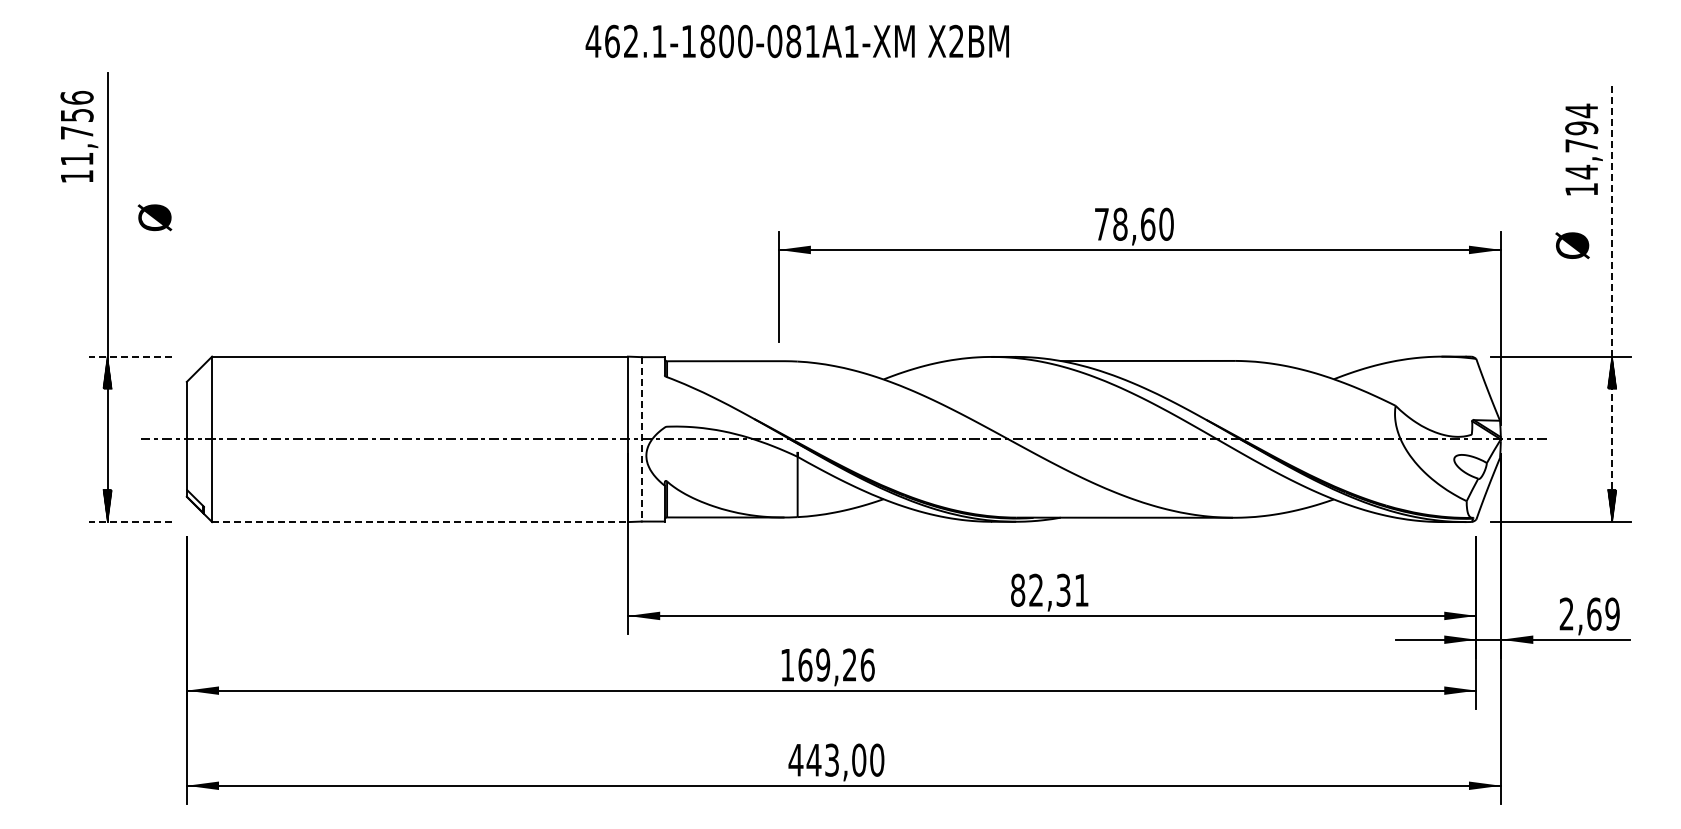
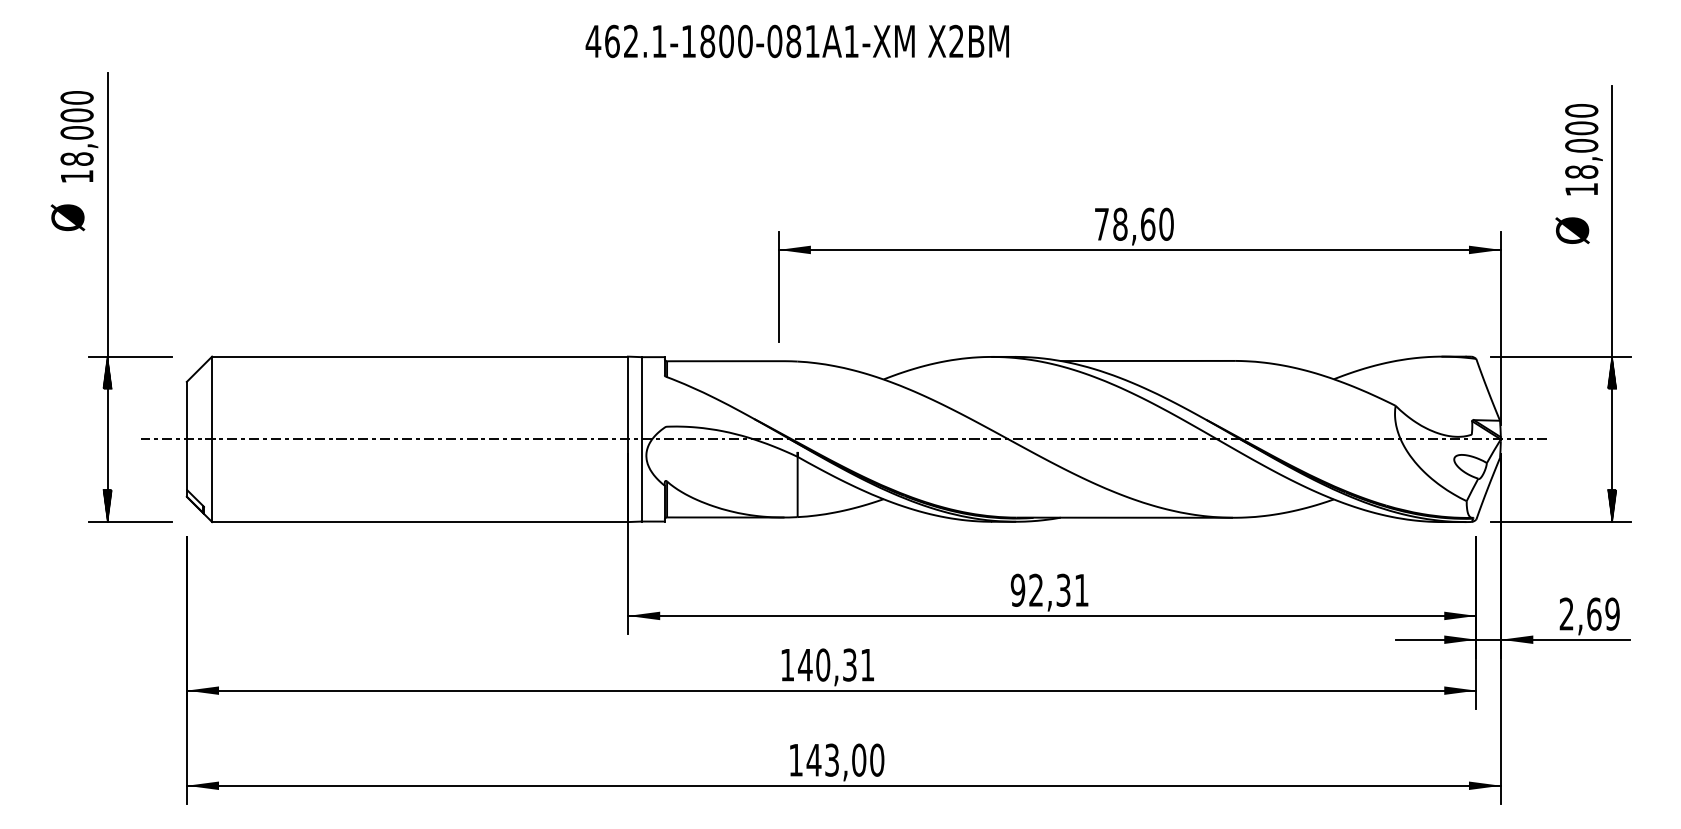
text at (76, 127): 11,756 -> 18,000
text at (1581, 141): 14,794 -> 18,000
text at (154, 217) position: (154, 217) -> (67, 217)
text at (1572, 245) position: (1572, 245) -> (1572, 230)
line at (1612, 303): dashed -> solid
line at (130, 356): dashed -> solid
line at (641, 439): dashed -> solid
line at (130, 522): dashed -> solid
line at (420, 522): dashed -> solid
text at (1017, 589): 82,31 -> 92,31
text at (836, 664): 169,26 -> 140,31
text at (795, 760): 443,00 -> 143,00
